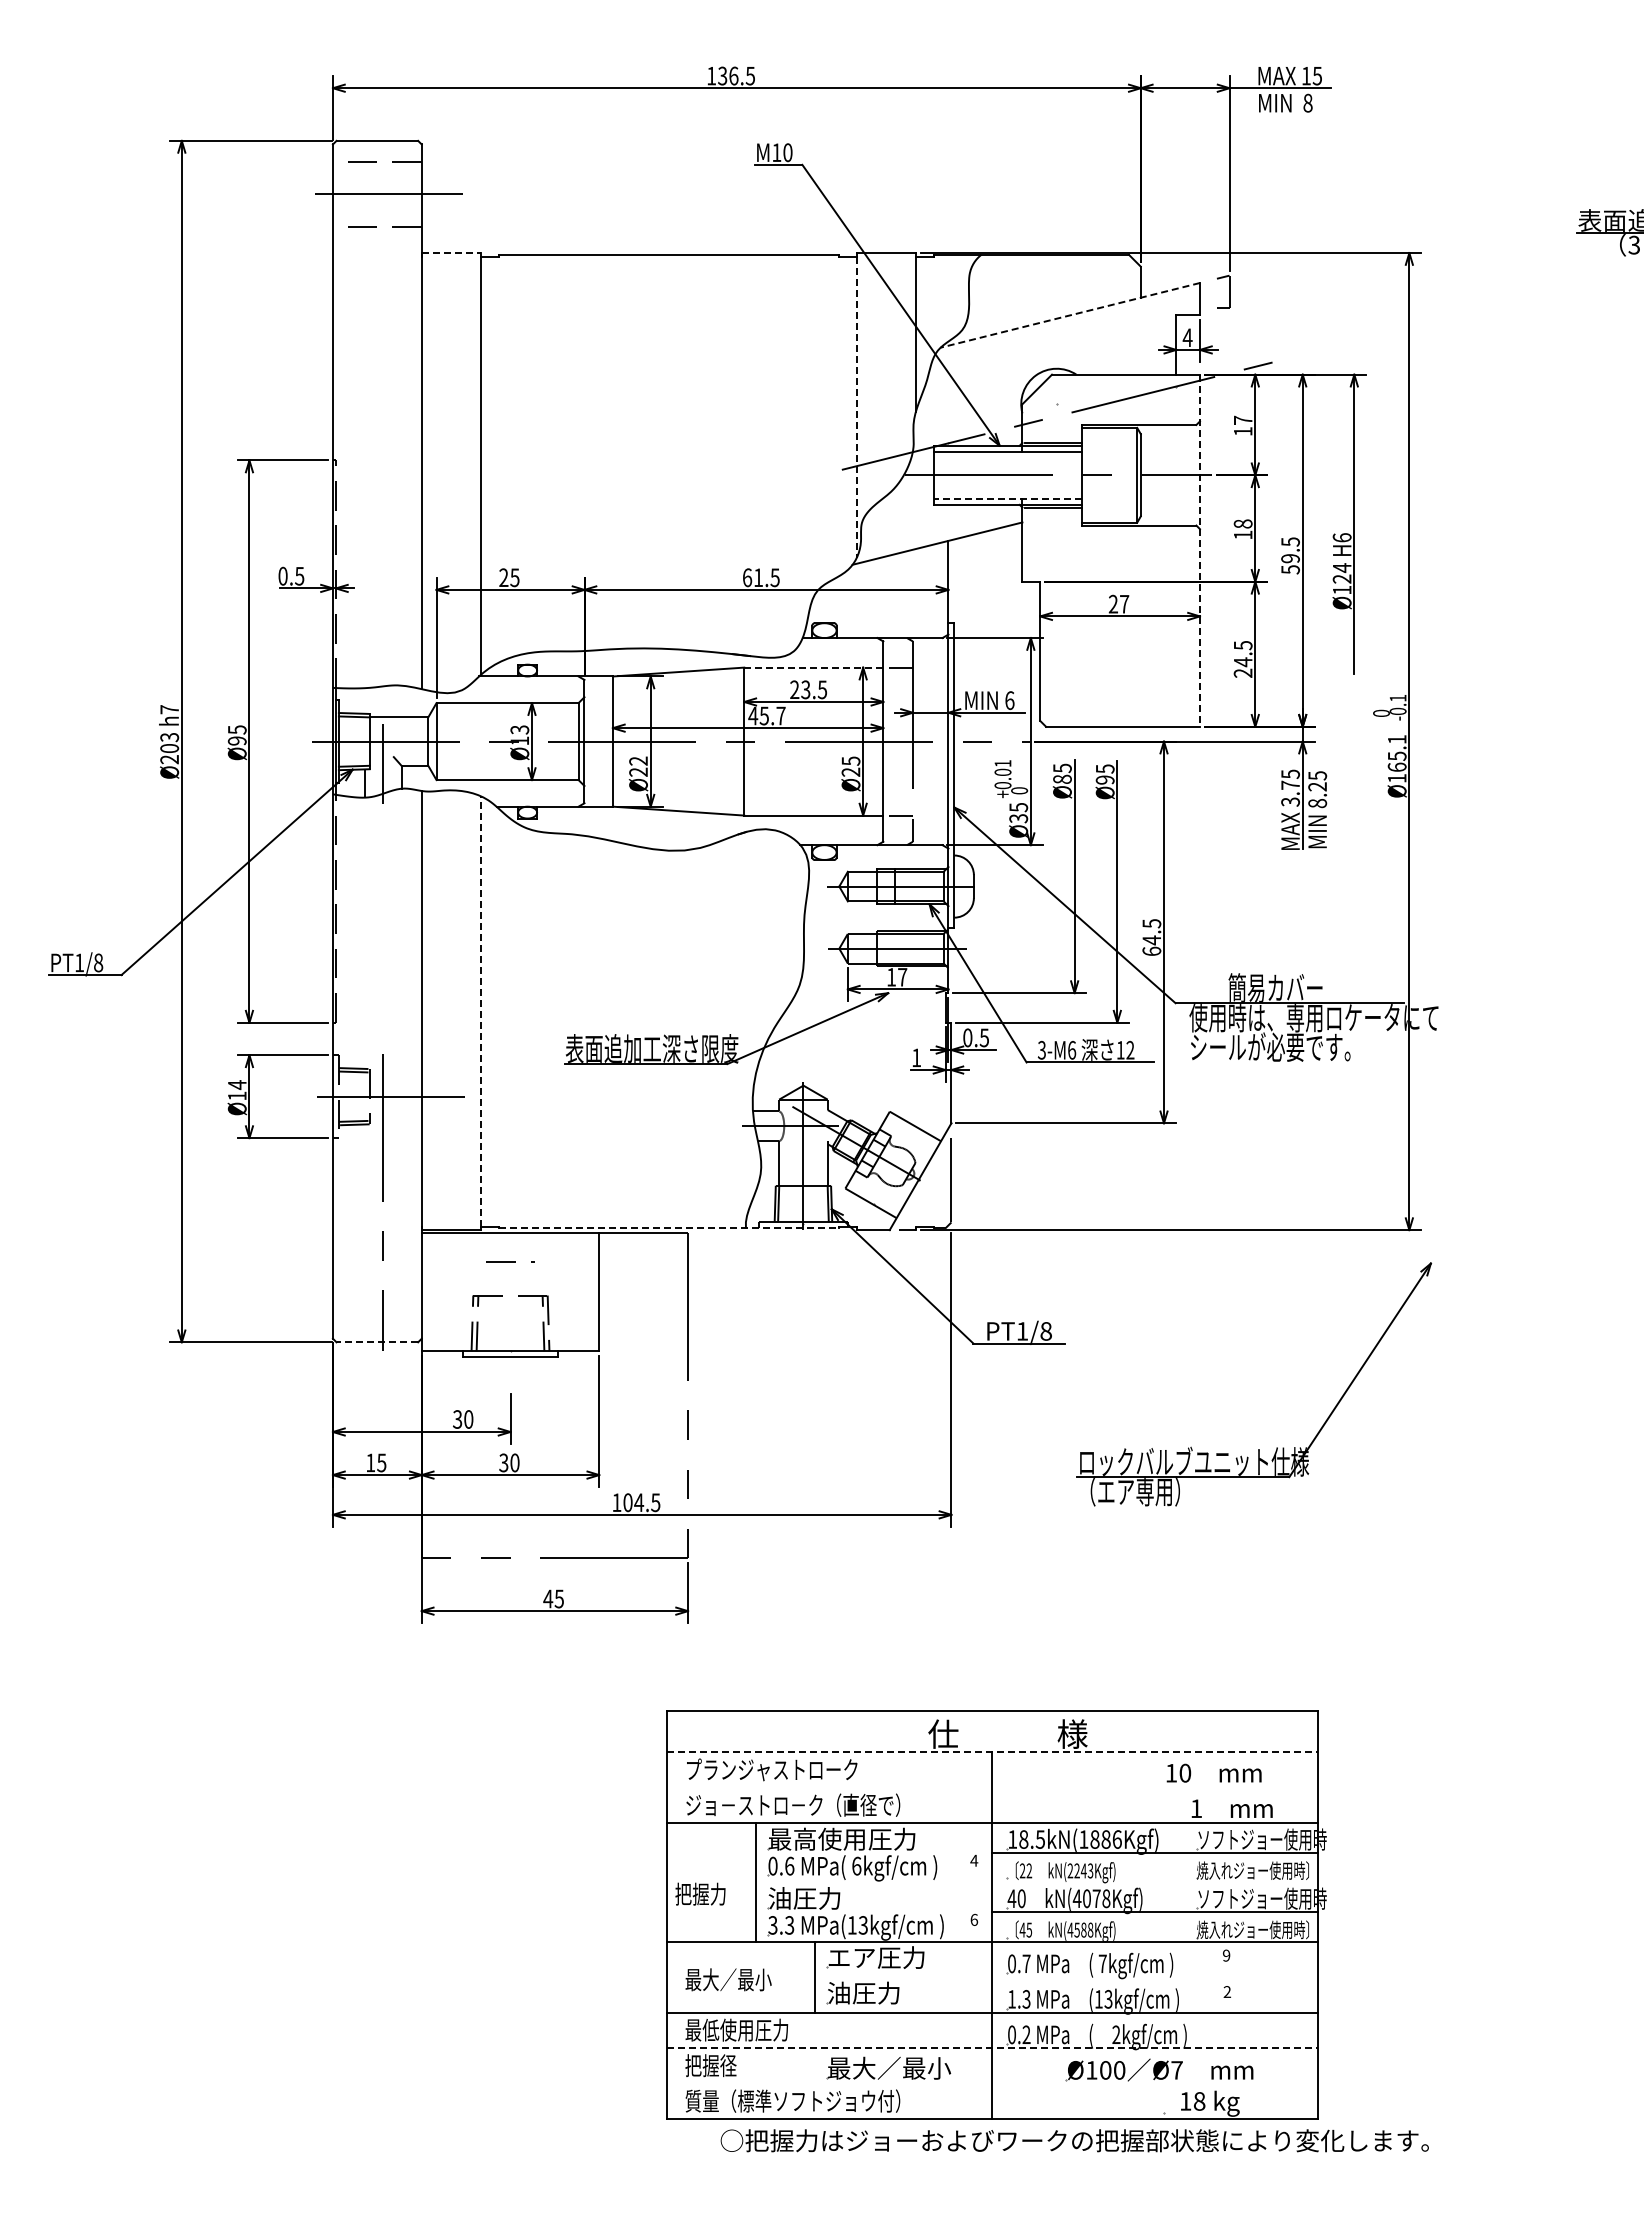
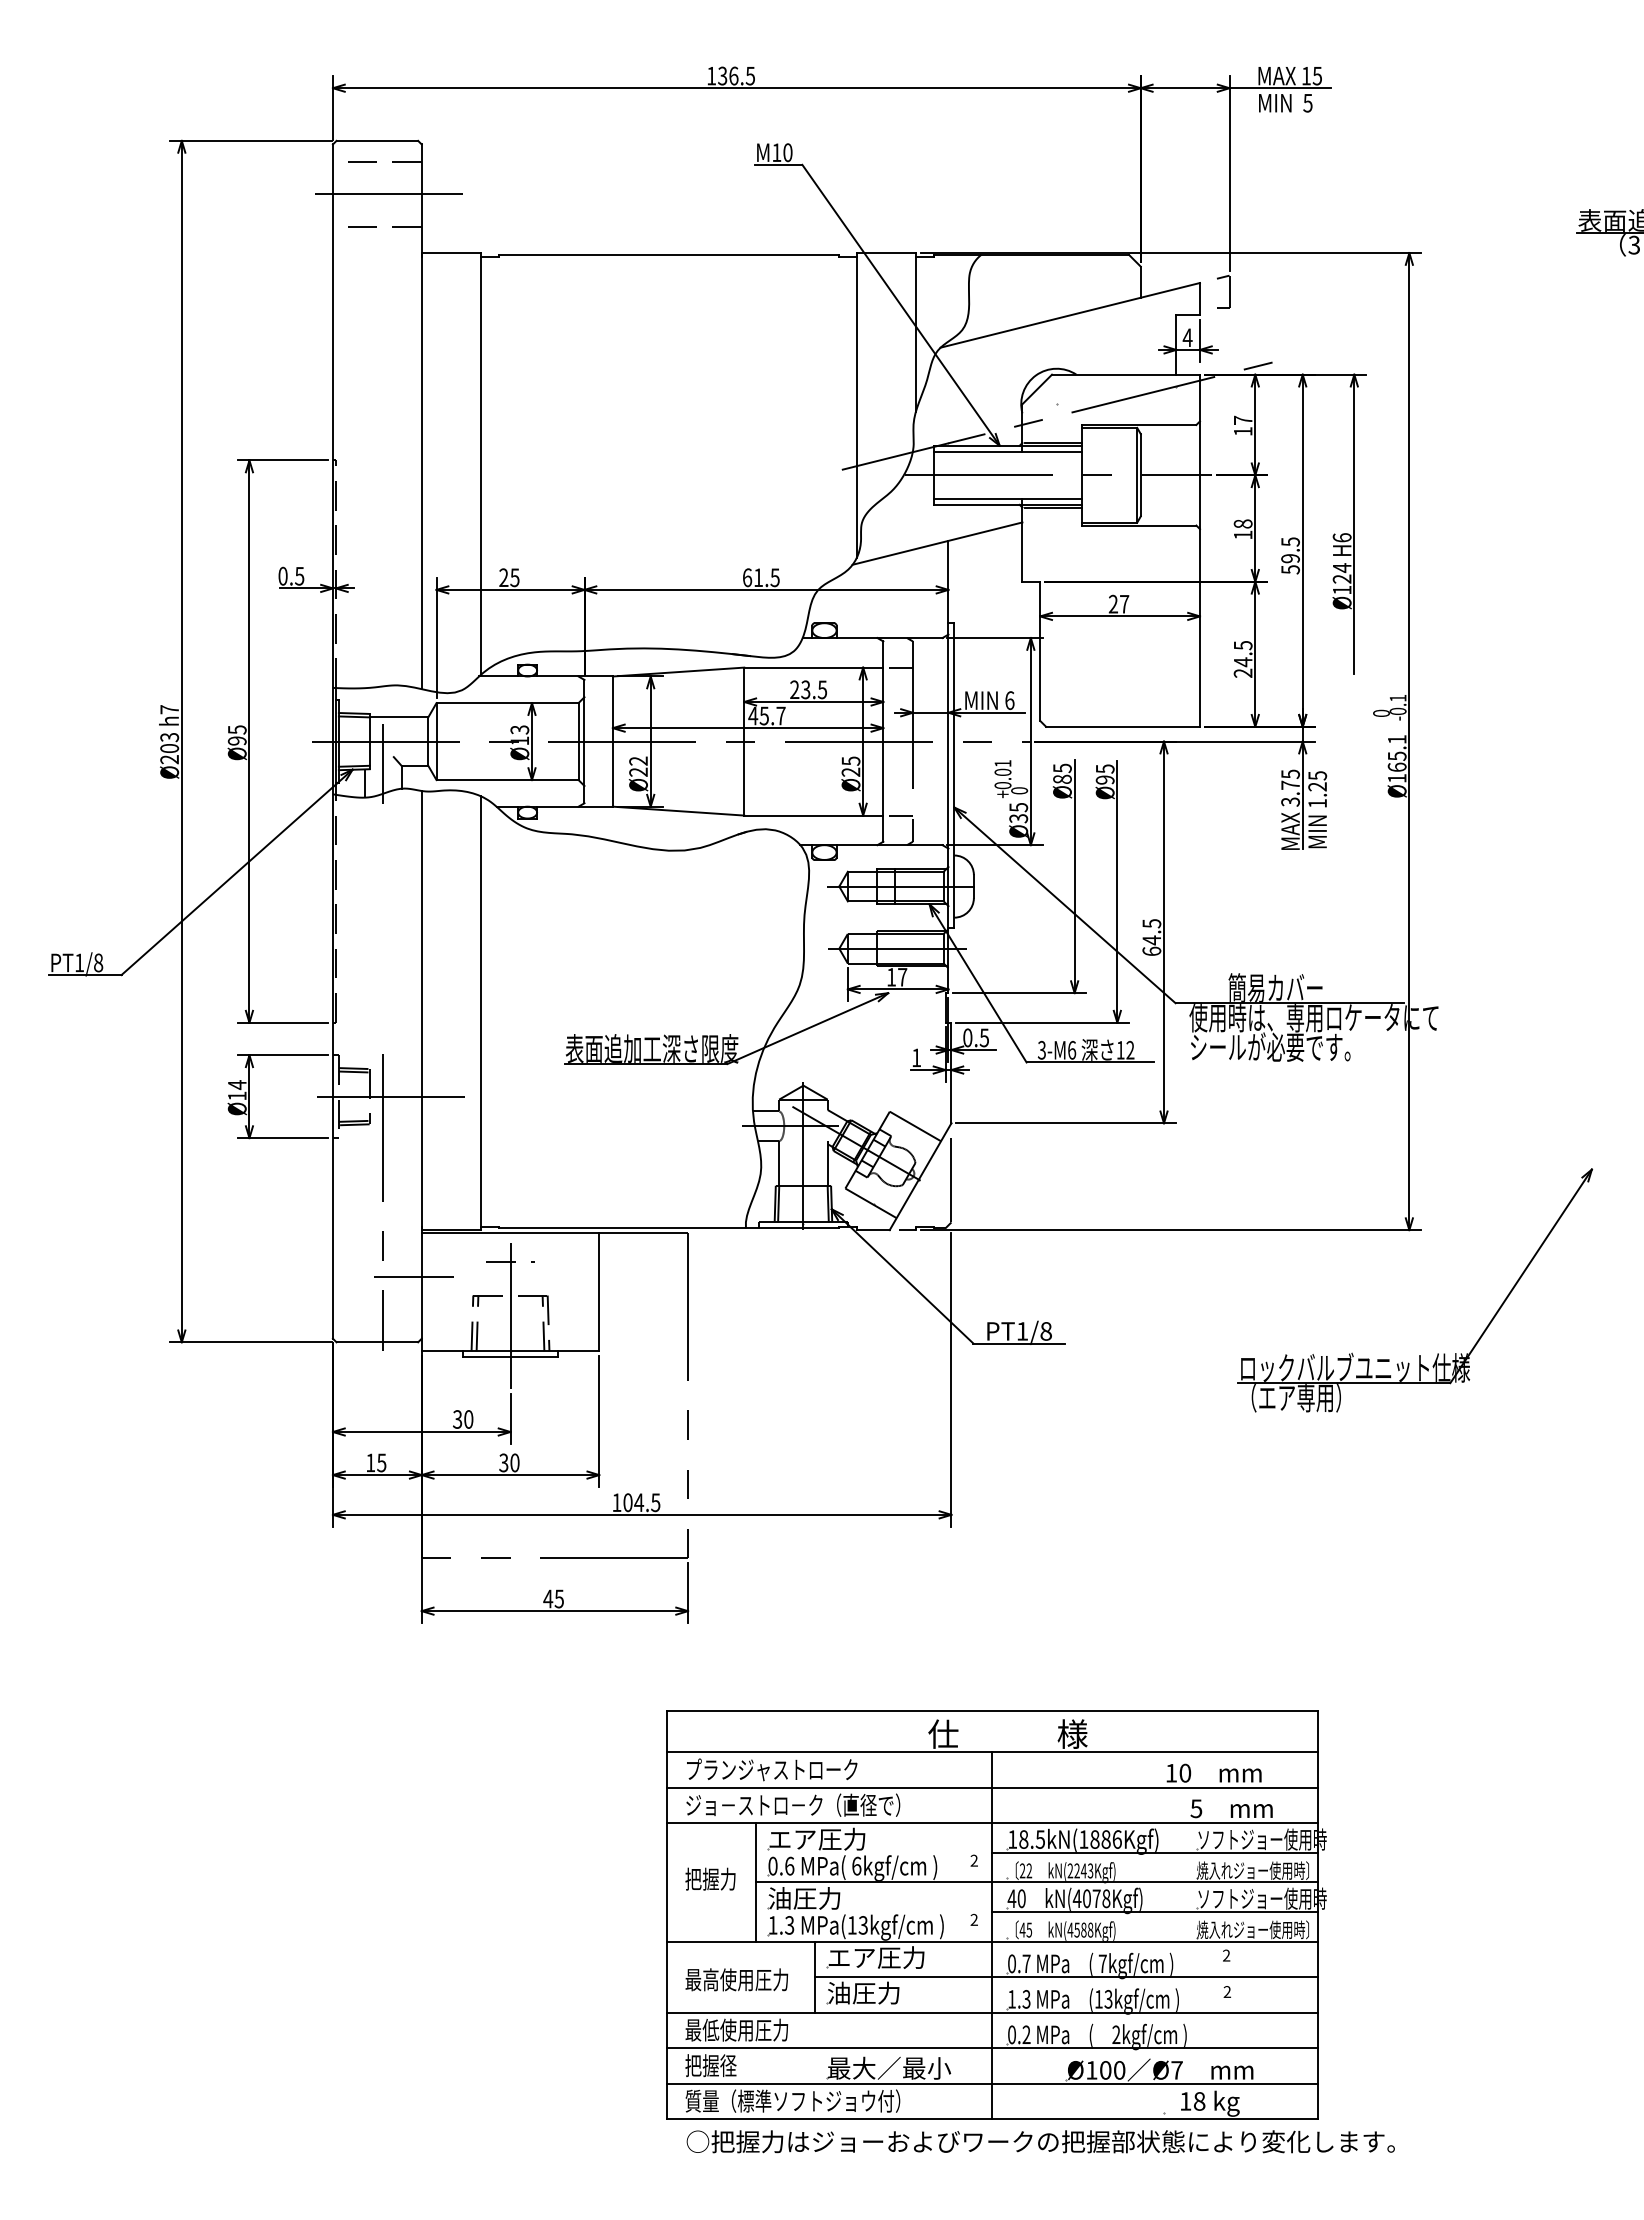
text at (1307, 102): 8 -> 5
line at (451, 253): dashed -> solid
line at (1070, 315): dashed -> solid
line at (856, 407): dashed -> solid
line at (1007, 498): dashed -> solid
line at (1199, 551): dashed -> solid
line at (813, 667): dashed -> solid
text at (1317, 803): 8.25 -> 1.25
line at (480, 1010): dashed -> solid
line at (669, 1228): dashed -> solid
line at (413, 1277): none -> present
line at (510, 1315): none -> present
line at (377, 1342): dashed -> solid
part at (1258, 1449) position: (1258, 1449) -> (1419, 1355)
line at (992, 1752): dashed -> solid
line at (991, 1787): none -> present
text at (1196, 1808): 1 -> 5
text at (841, 1838): 最高使用圧力 -> エア圧力
text at (974, 1860): 4 -> 2
line at (1036, 1882): none -> present
text at (700, 1893) position: (700, 1893) -> (710, 1878)
text at (974, 1919): 6 -> 2
text at (772, 1925): 3.3 -> 1.3
text at (1226, 1955): 9 -> 2
line at (1065, 1977): none -> present
text at (745, 1979): 最大／最小 -> 最高使用圧力
line at (992, 2048): dashed -> solid
line at (991, 2083): none -> present
text at (1074, 2140) position: (1074, 2140) -> (1040, 2141)
